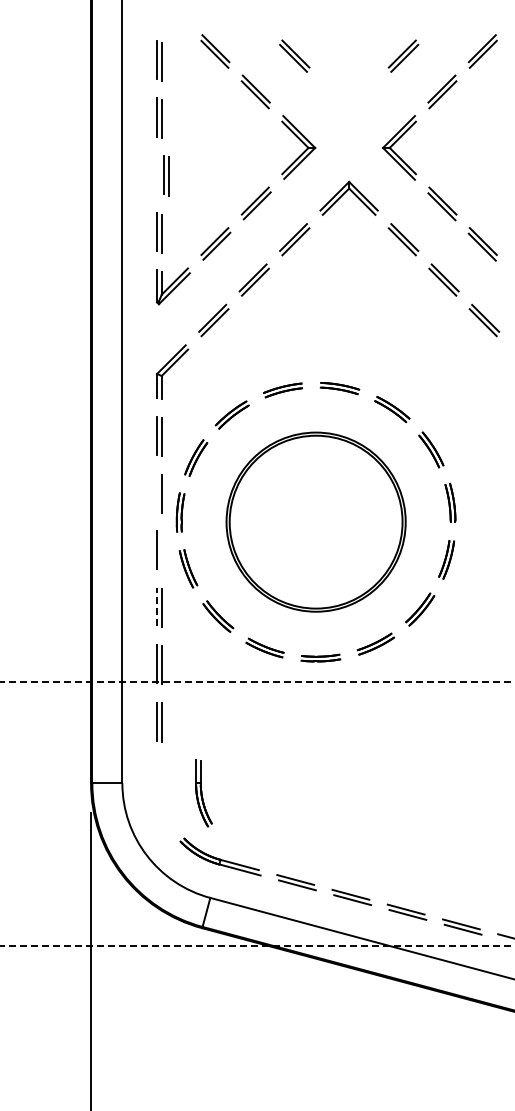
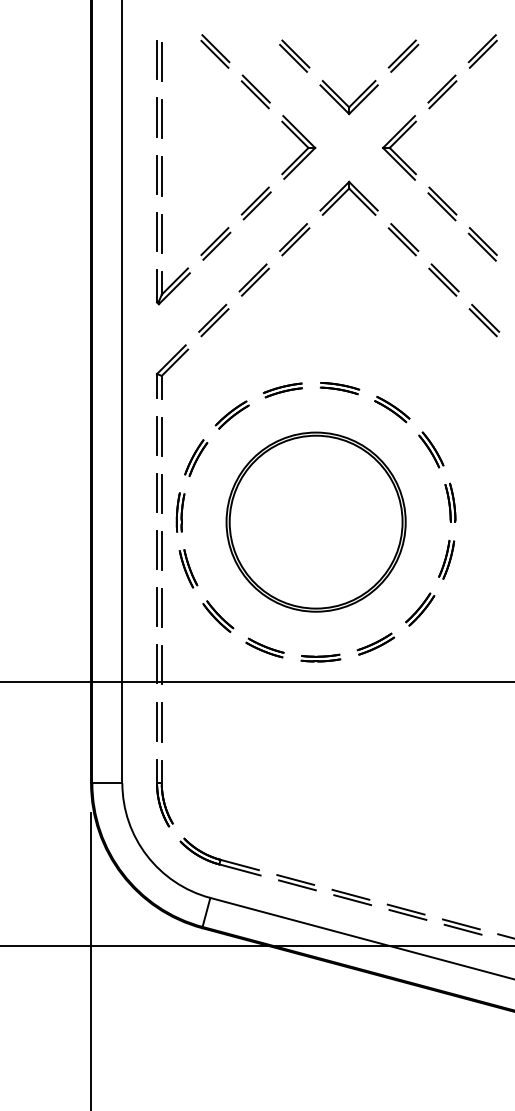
part at (348, 97): none -> present
part at (166, 175) position: (166, 175) -> (159, 175)
line at (157, 492): none -> present
line at (161, 550): none -> present
line at (157, 606): dashed -> solid
line at (257, 681): dashed -> solid
part at (203, 793) position: (203, 793) -> (164, 793)
line at (257, 945): dashed -> solid
